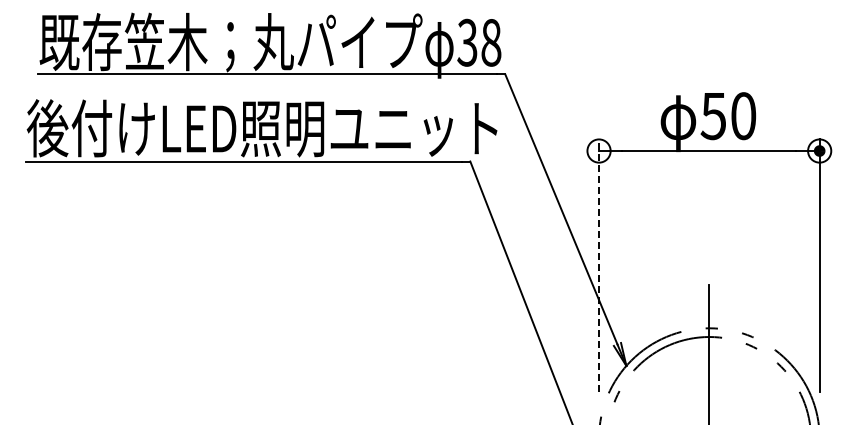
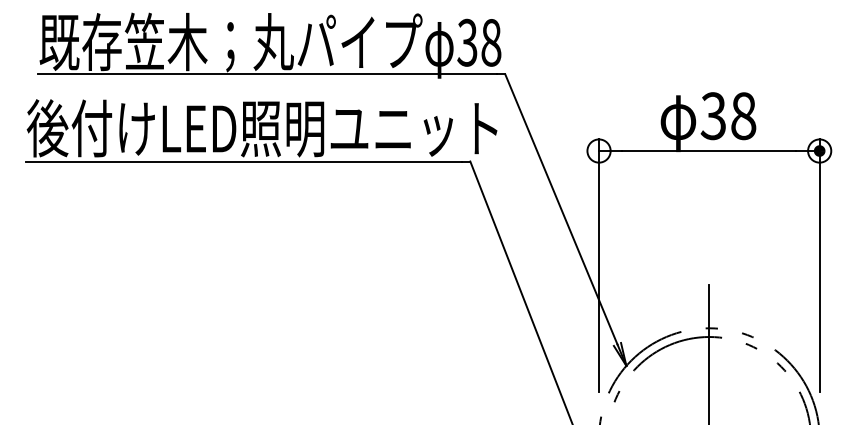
text at (728, 115): 50 -> 38
line at (599, 265): dashed -> solid
